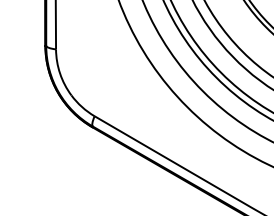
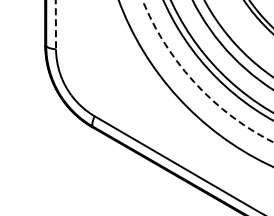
line at (55, 25): solid -> dashed
circle at (207, 71): solid -> dashed
